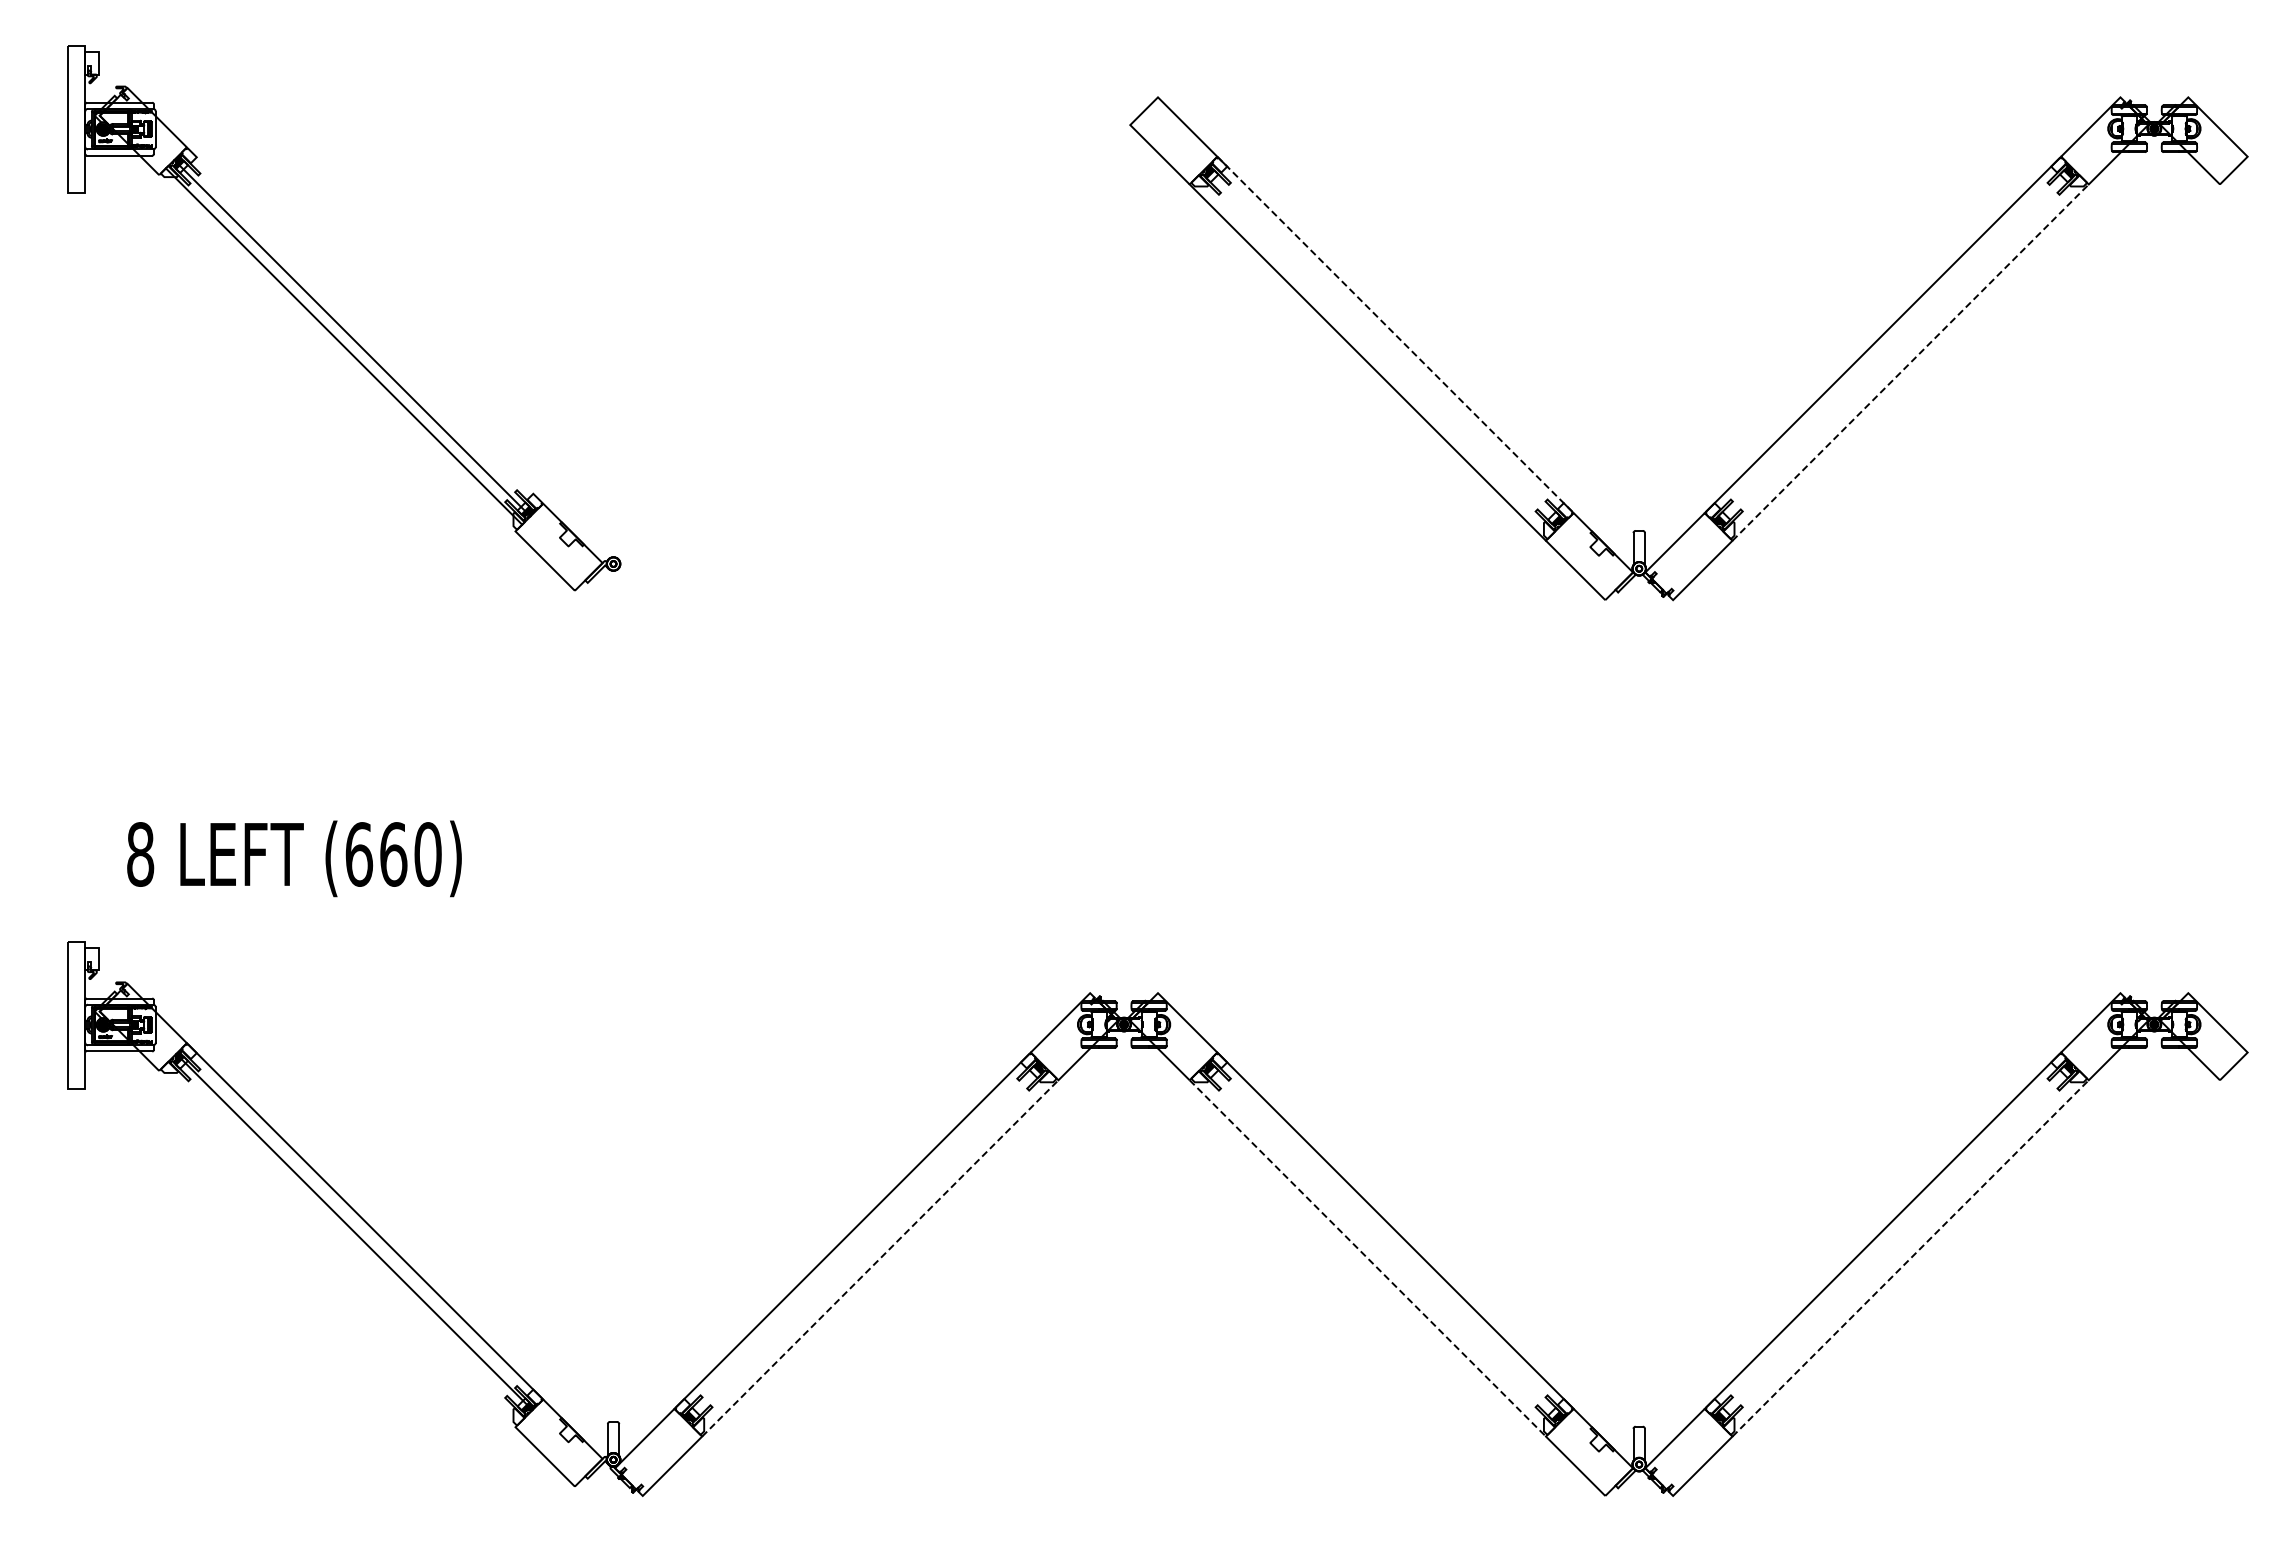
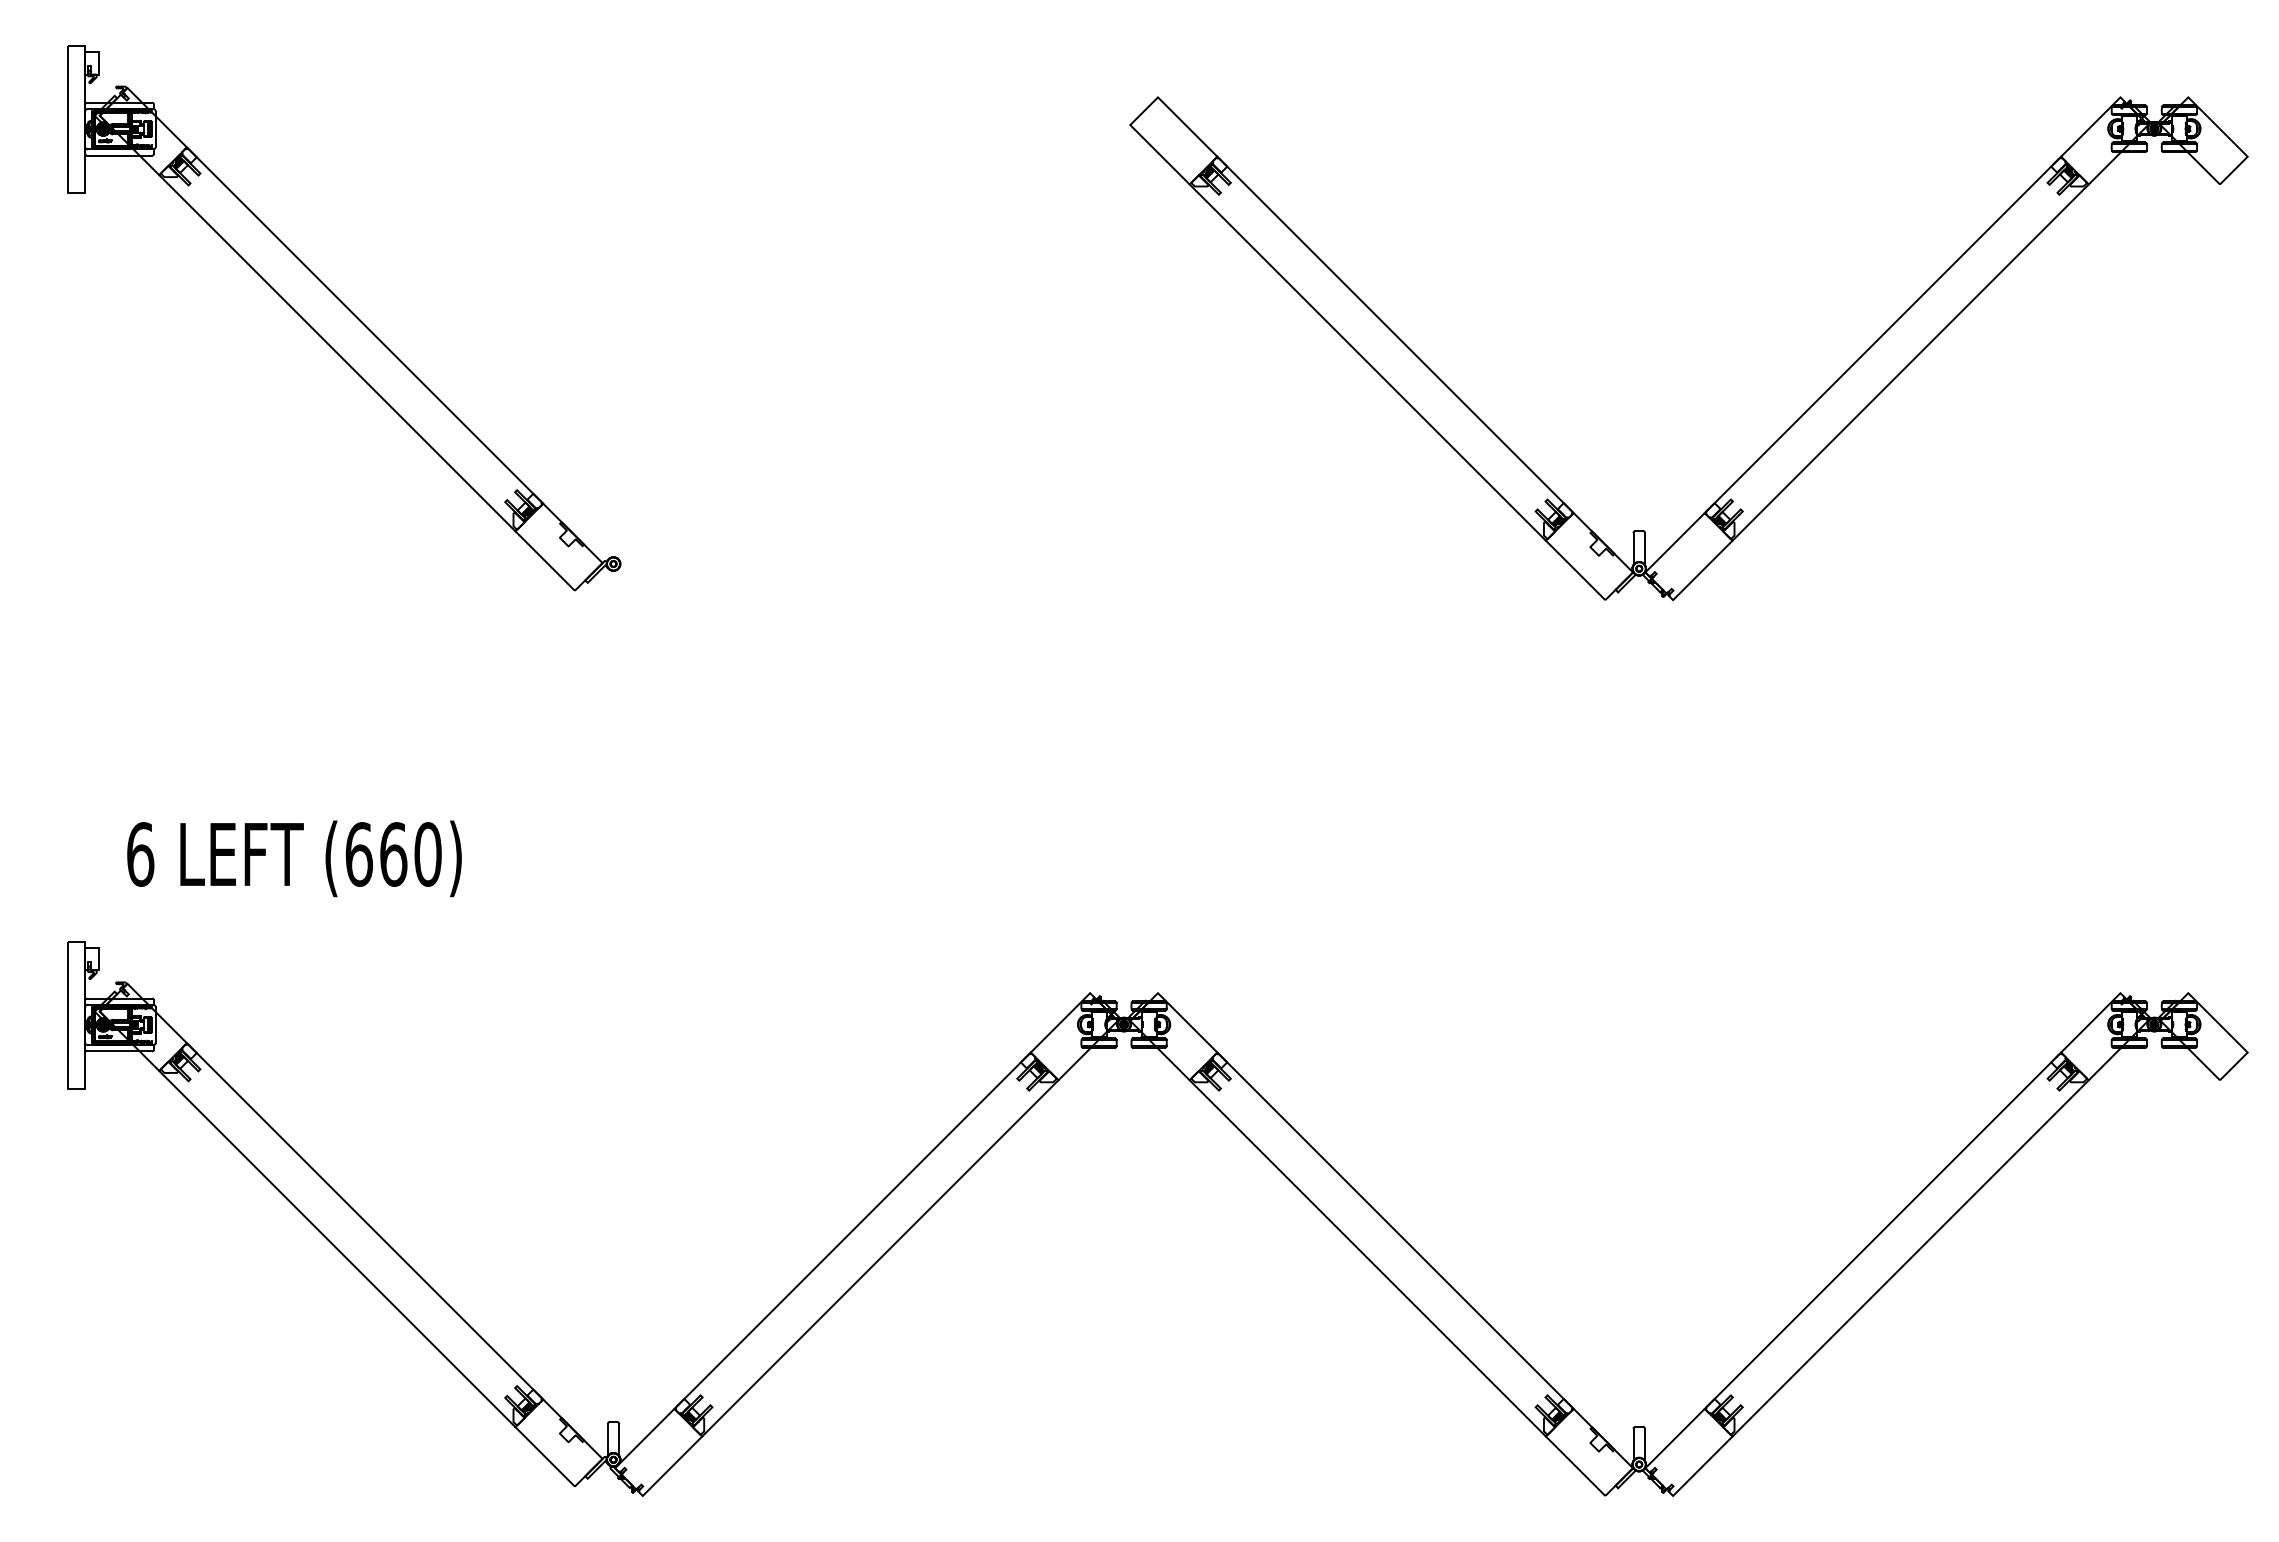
line at (1395, 334): dashed -> solid
line at (352, 338) position: (352, 338) -> (337, 353)
line at (343, 346) position: (343, 346) -> (364, 325)
line at (1910, 362): dashed -> solid
text at (140, 854): 8 -> 6
line at (354, 1231) position: (354, 1231) -> (337, 1248)
line at (880, 1258): dashed -> solid
line at (1367, 1258): dashed -> solid
line at (1910, 1258): dashed -> solid
